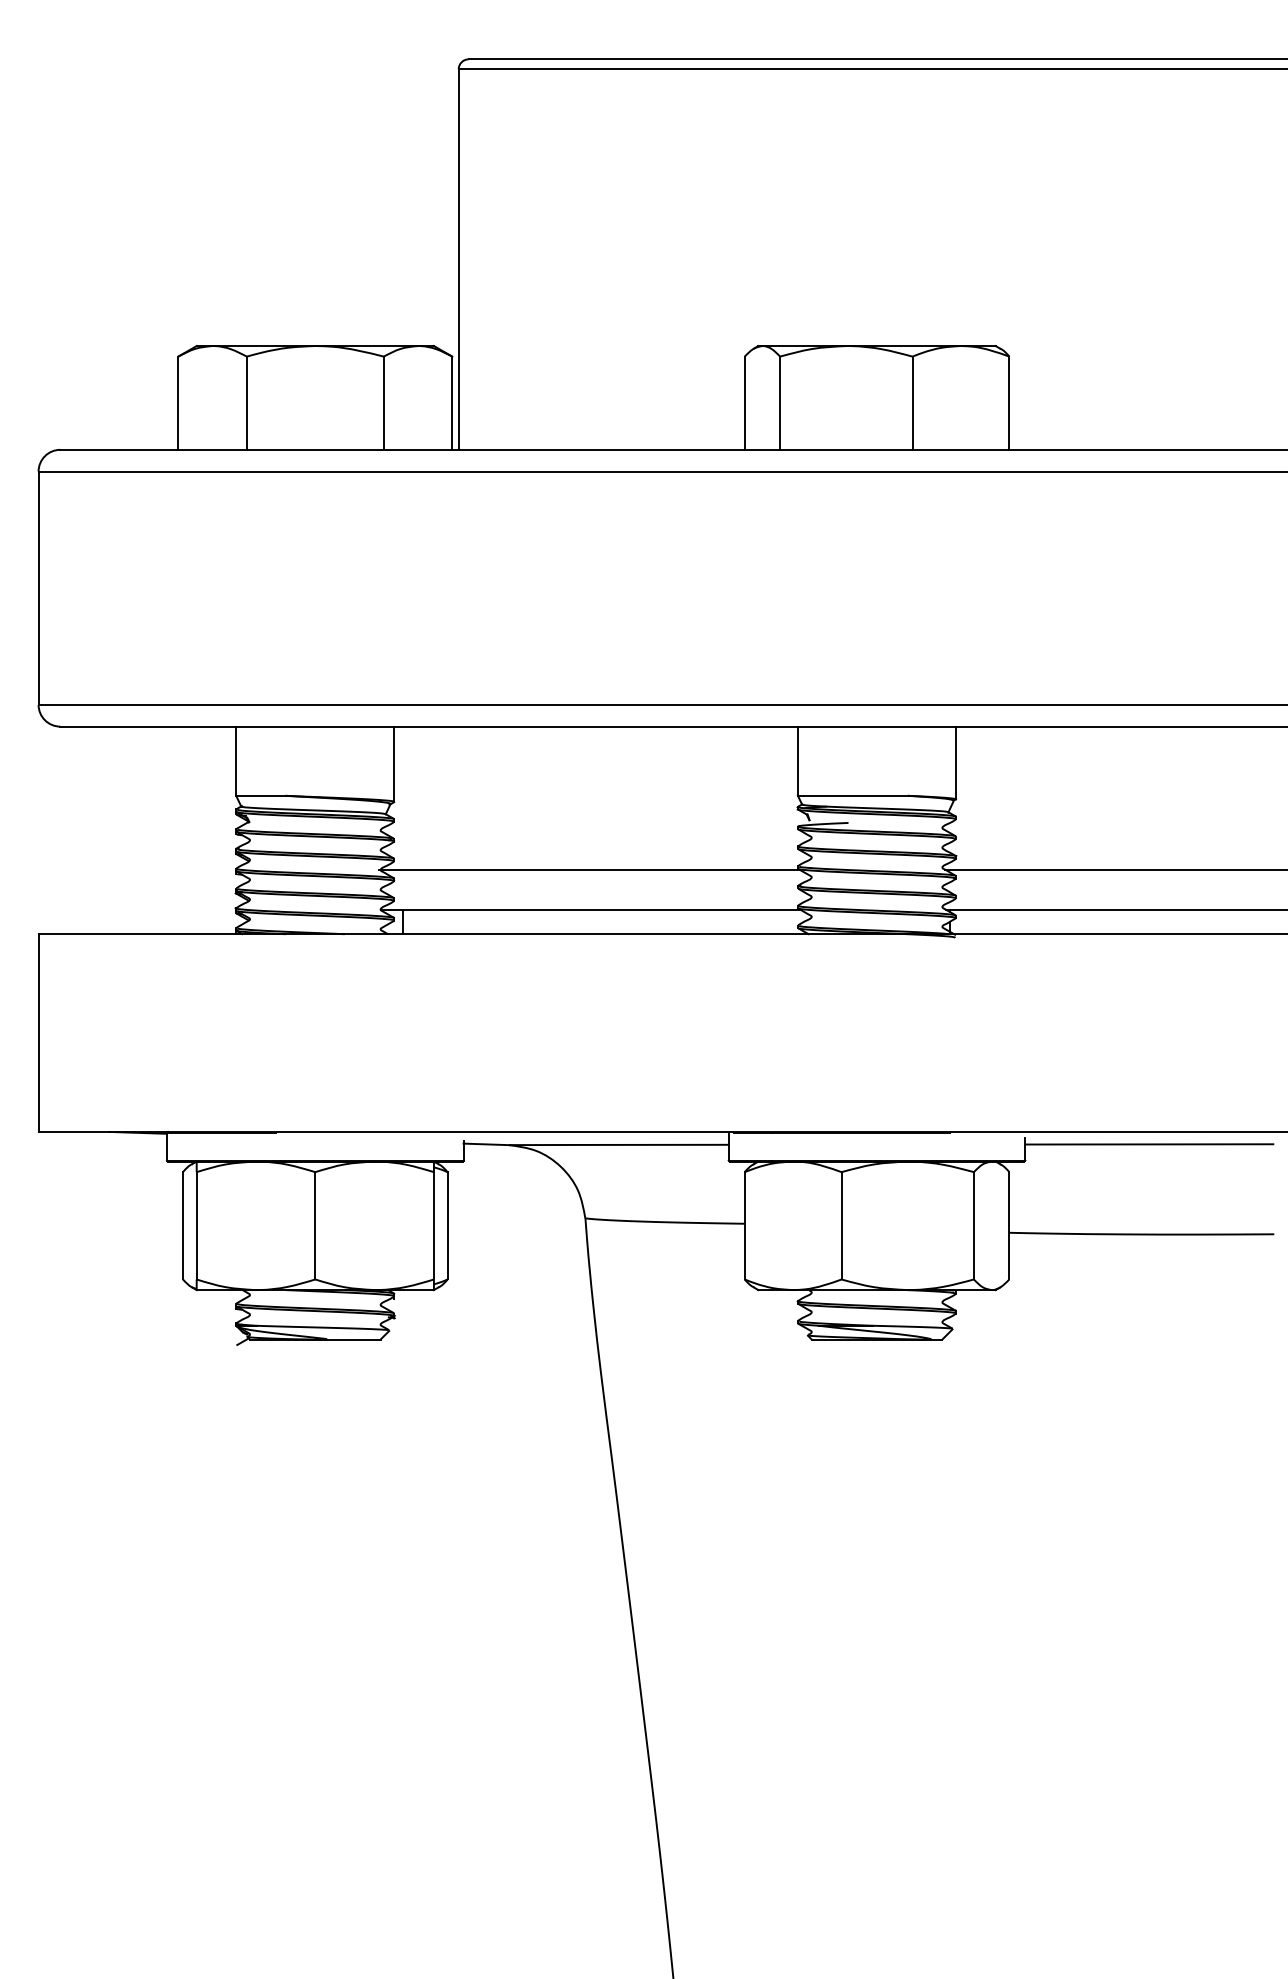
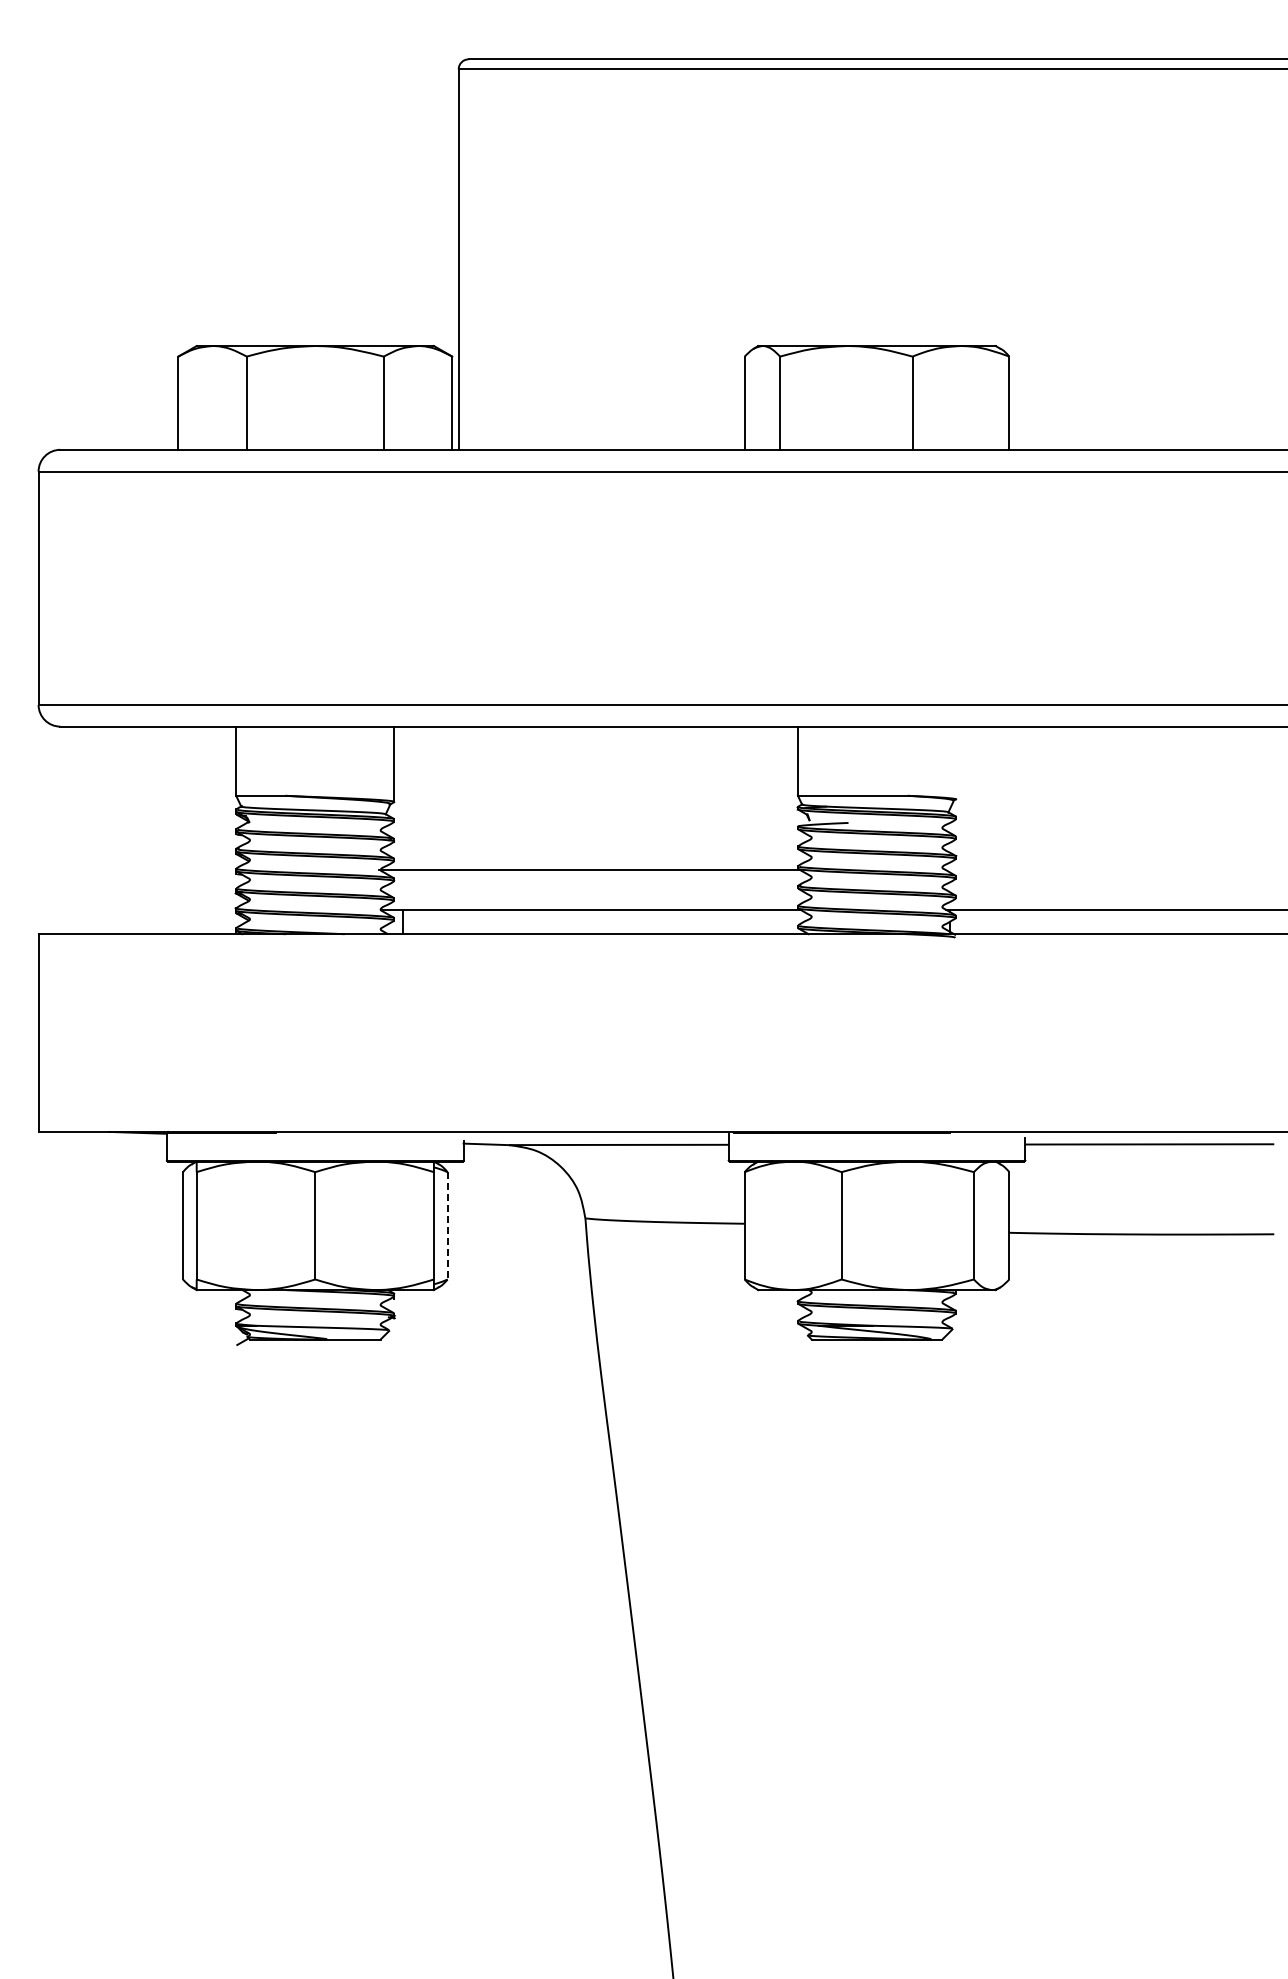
line at (956, 762): present -> none
line at (1114, 869): present -> none
line at (447, 1225): solid -> dashed
